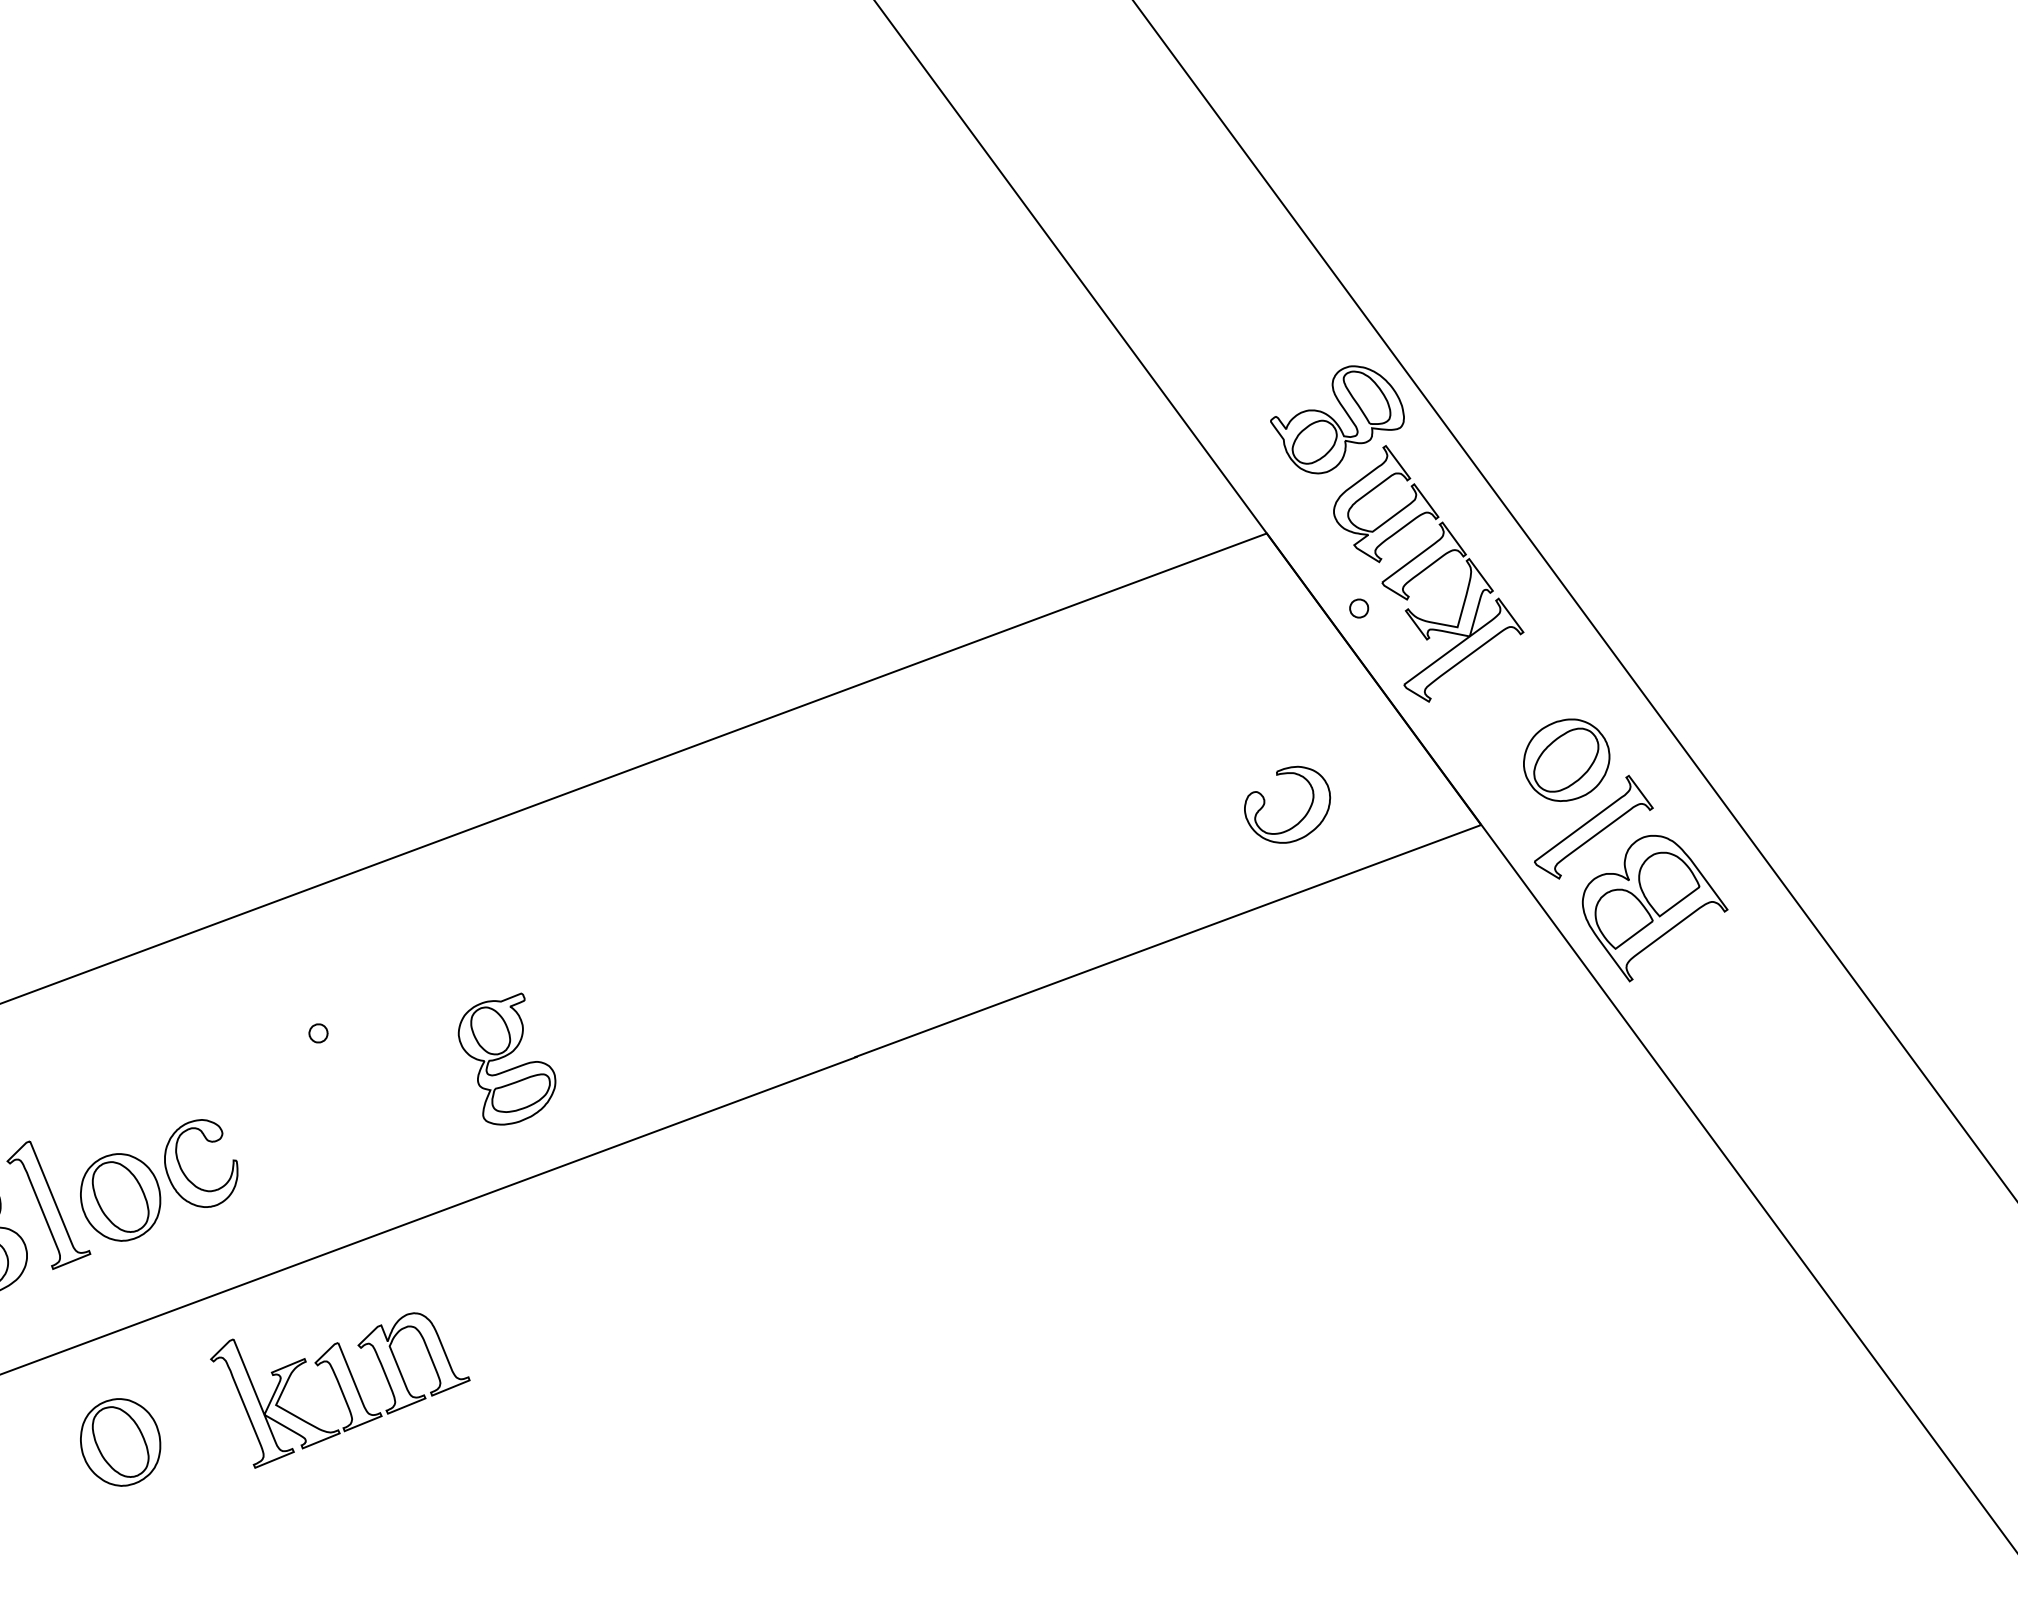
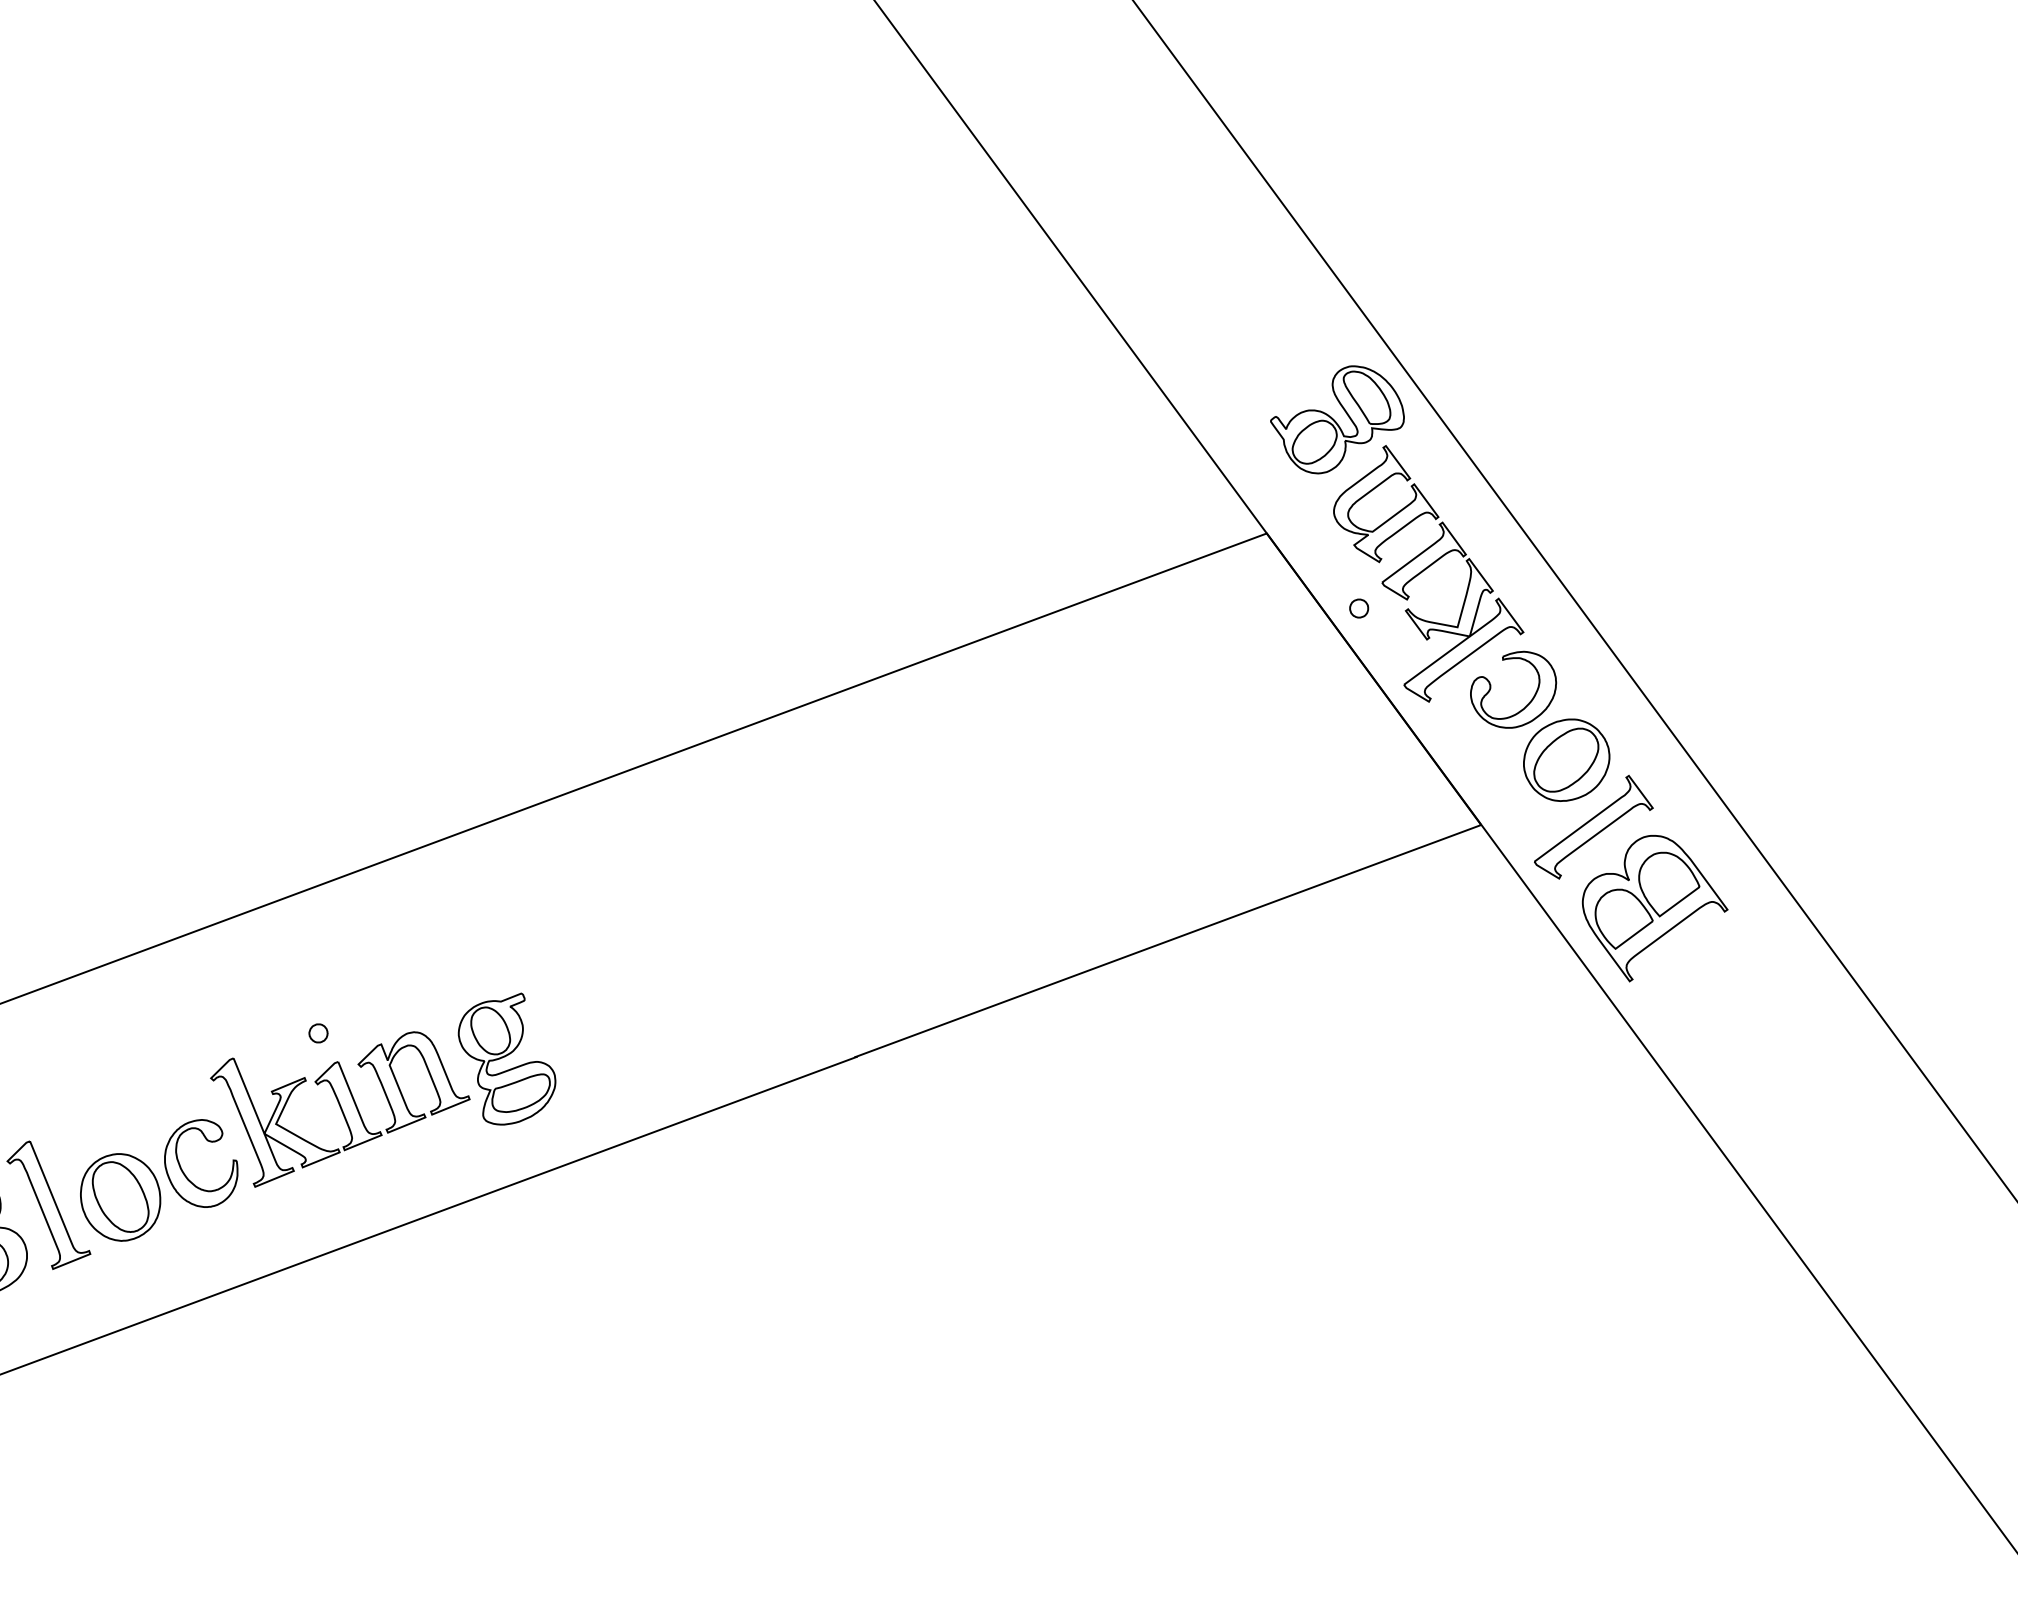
part at (1302, 817) position: (1302, 817) -> (1528, 702)
part at (340, 1390) position: (340, 1390) -> (340, 1109)
part at (120, 1442): present -> none
